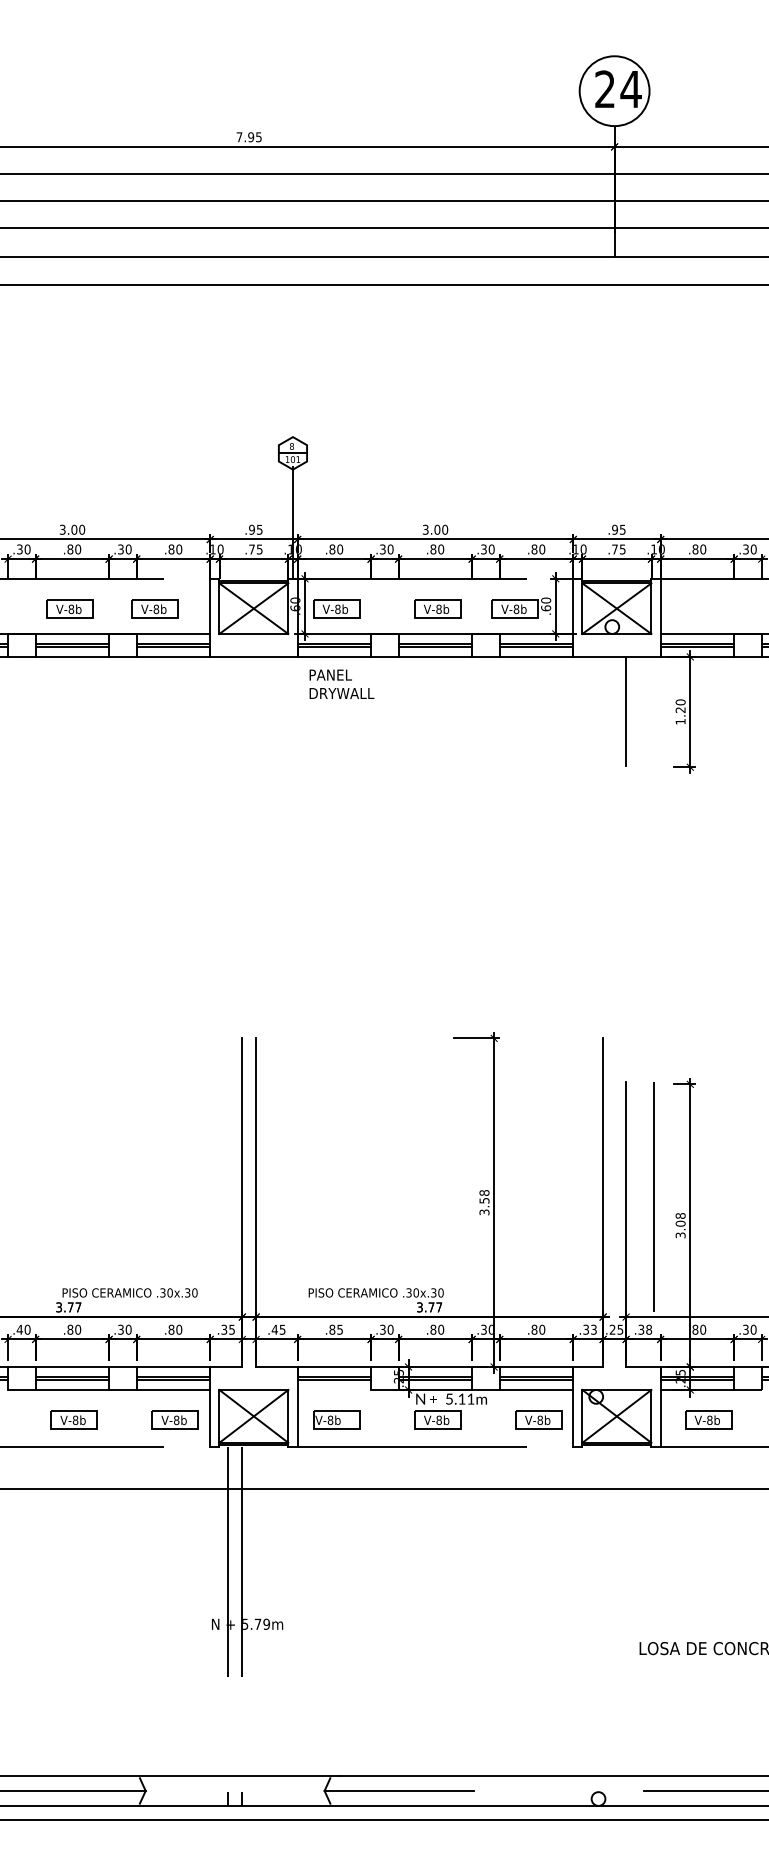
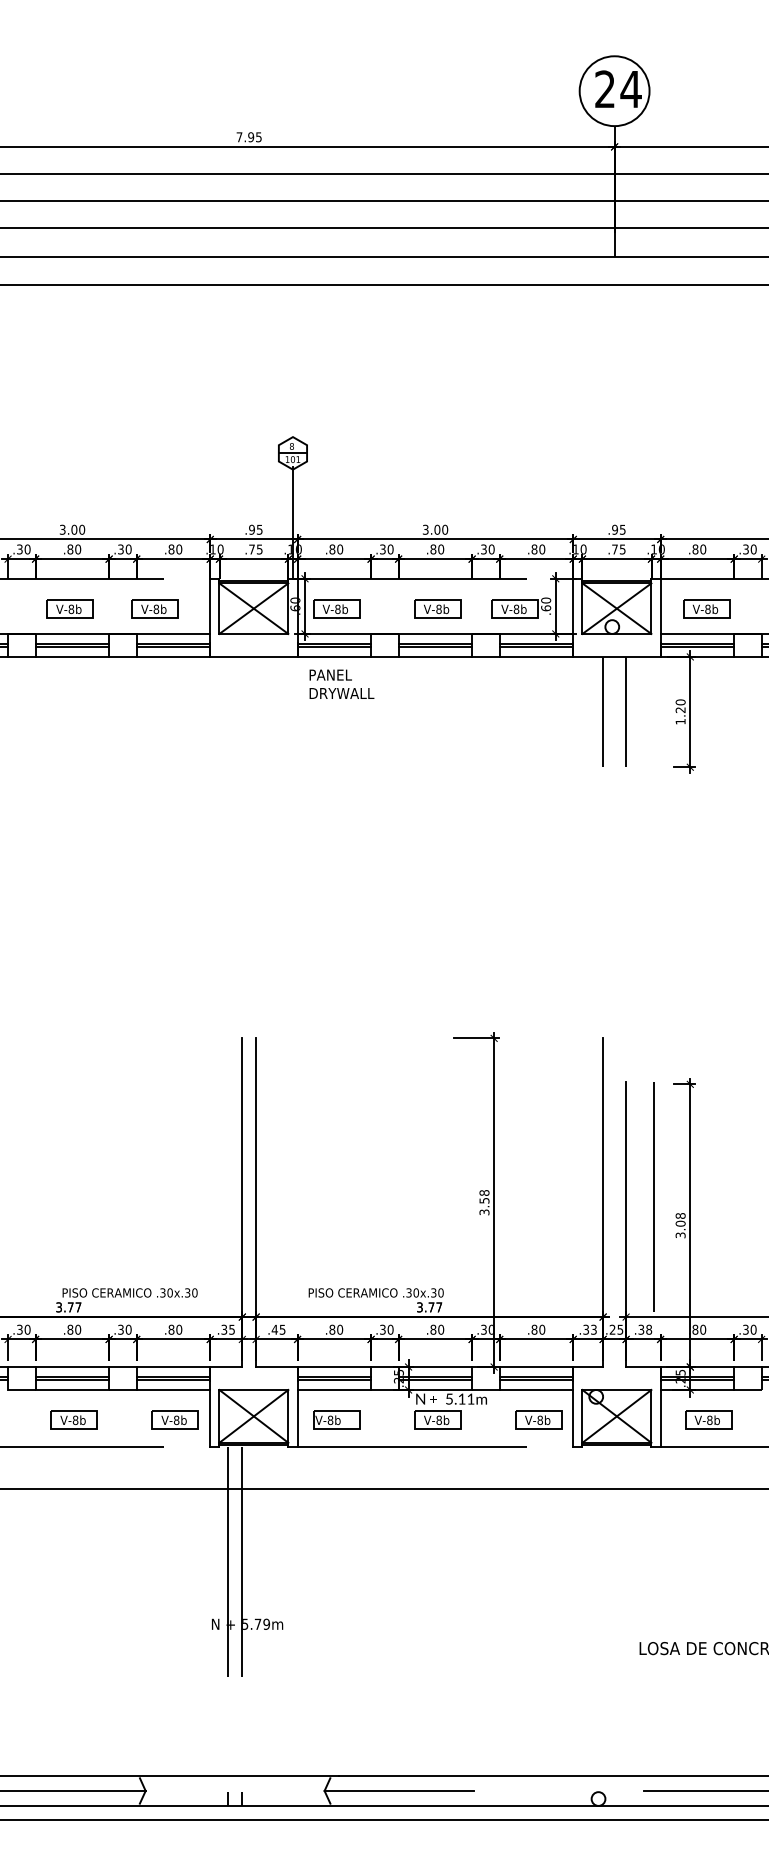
part at (706, 608): none -> present
line at (603, 711): none -> present
text at (19, 1329): .40 -> .30
text at (340, 1329): .85 -> .80
line at (334, 1389): none -> present
